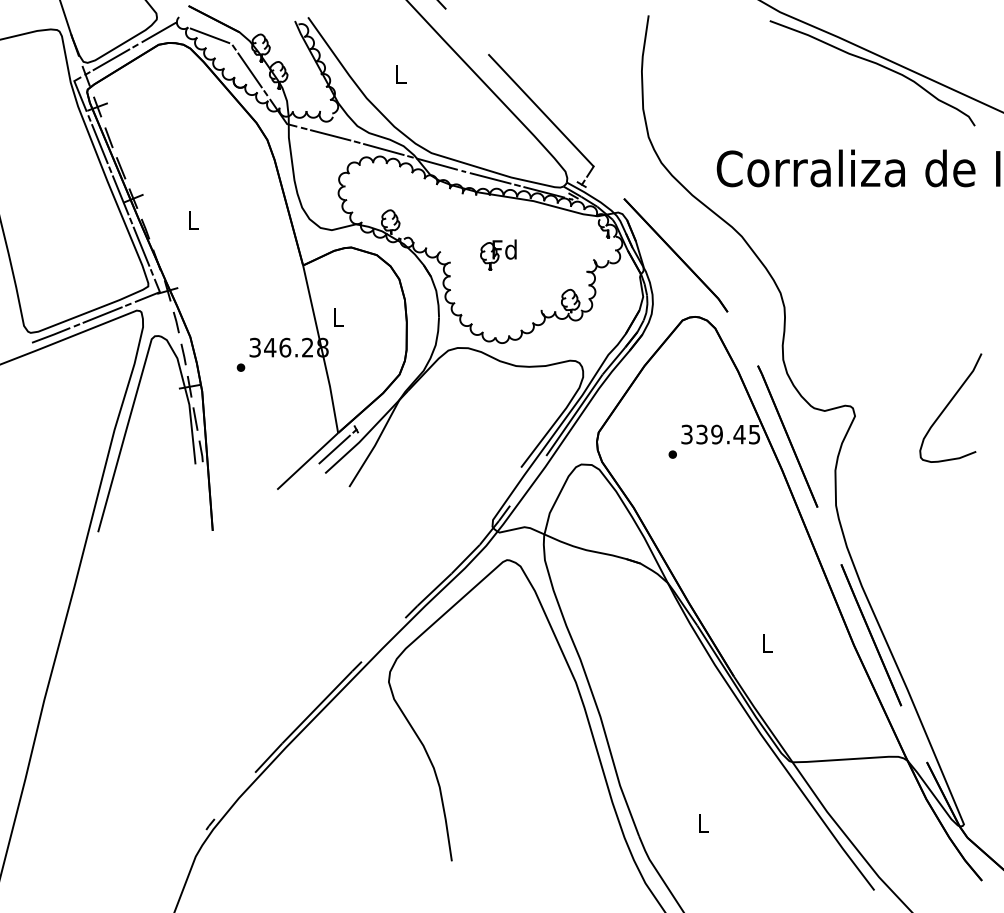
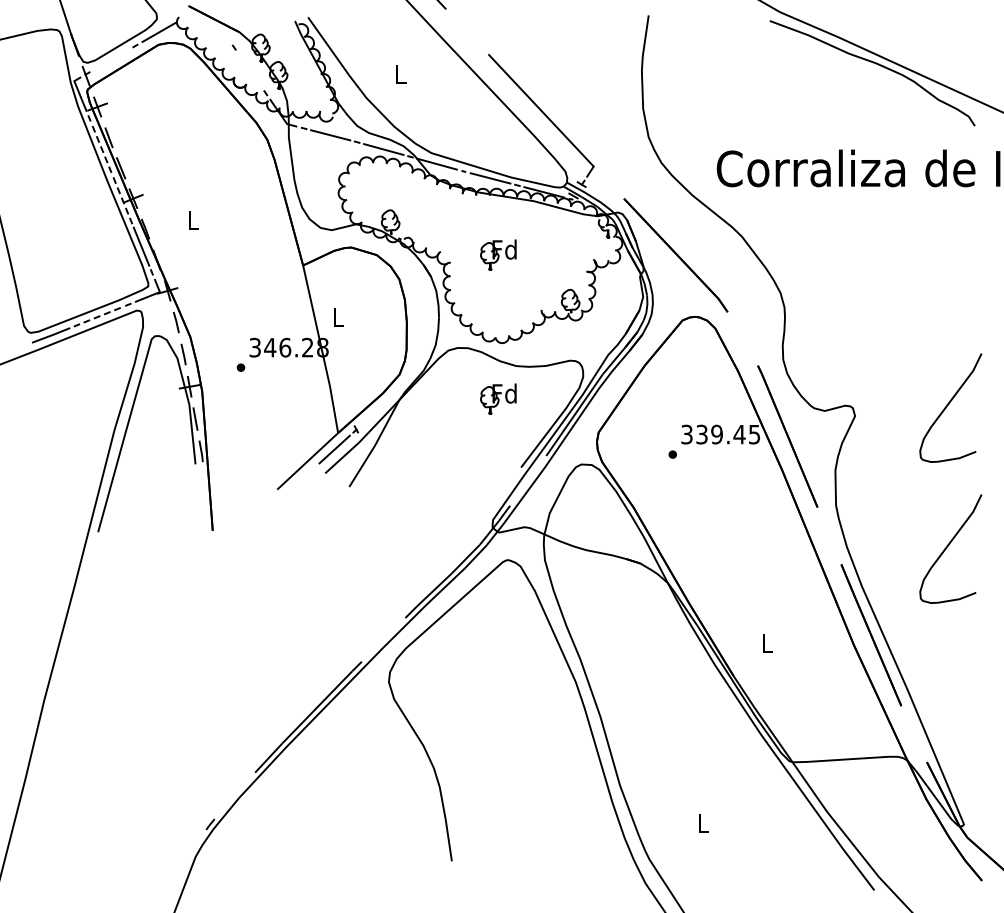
line at (209, 35): present -> none
line at (111, 59): present -> none
line at (249, 70): present -> none
line at (99, 144): solid -> dashed
line at (120, 195): solid -> dashed
line at (102, 315): solid -> dashed
part at (498, 398): none -> present
curve at (948, 546): none -> present
